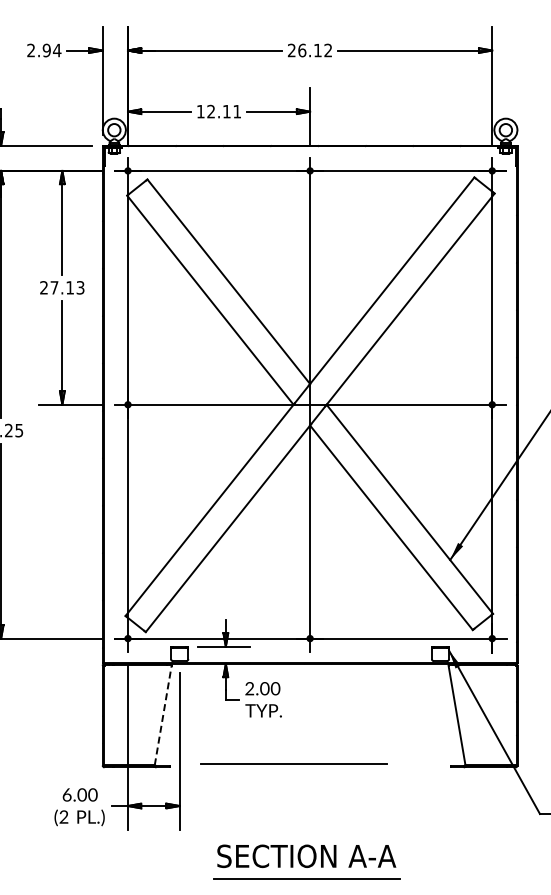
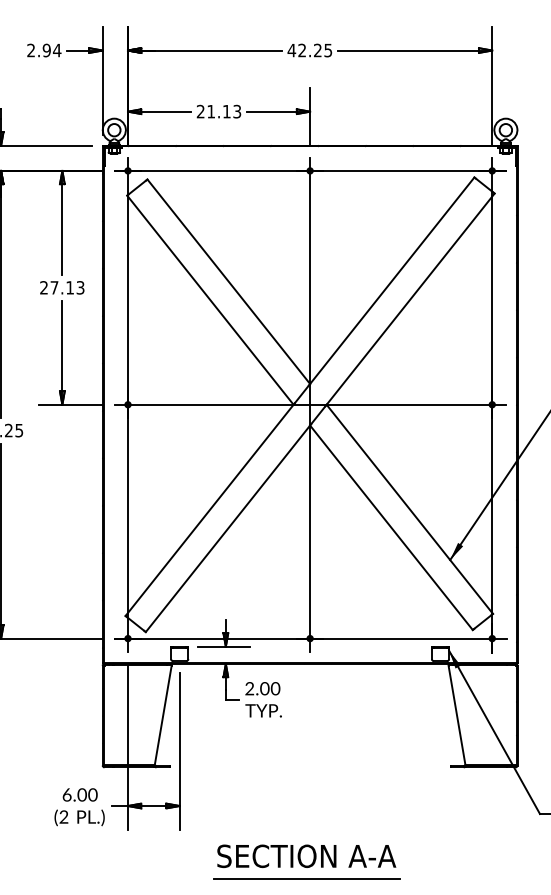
text at (309, 50): 26.12 -> 42.25
text at (218, 111): 12.11 -> 21.13
line at (163, 715): dashed -> solid
line at (293, 763): present -> none
